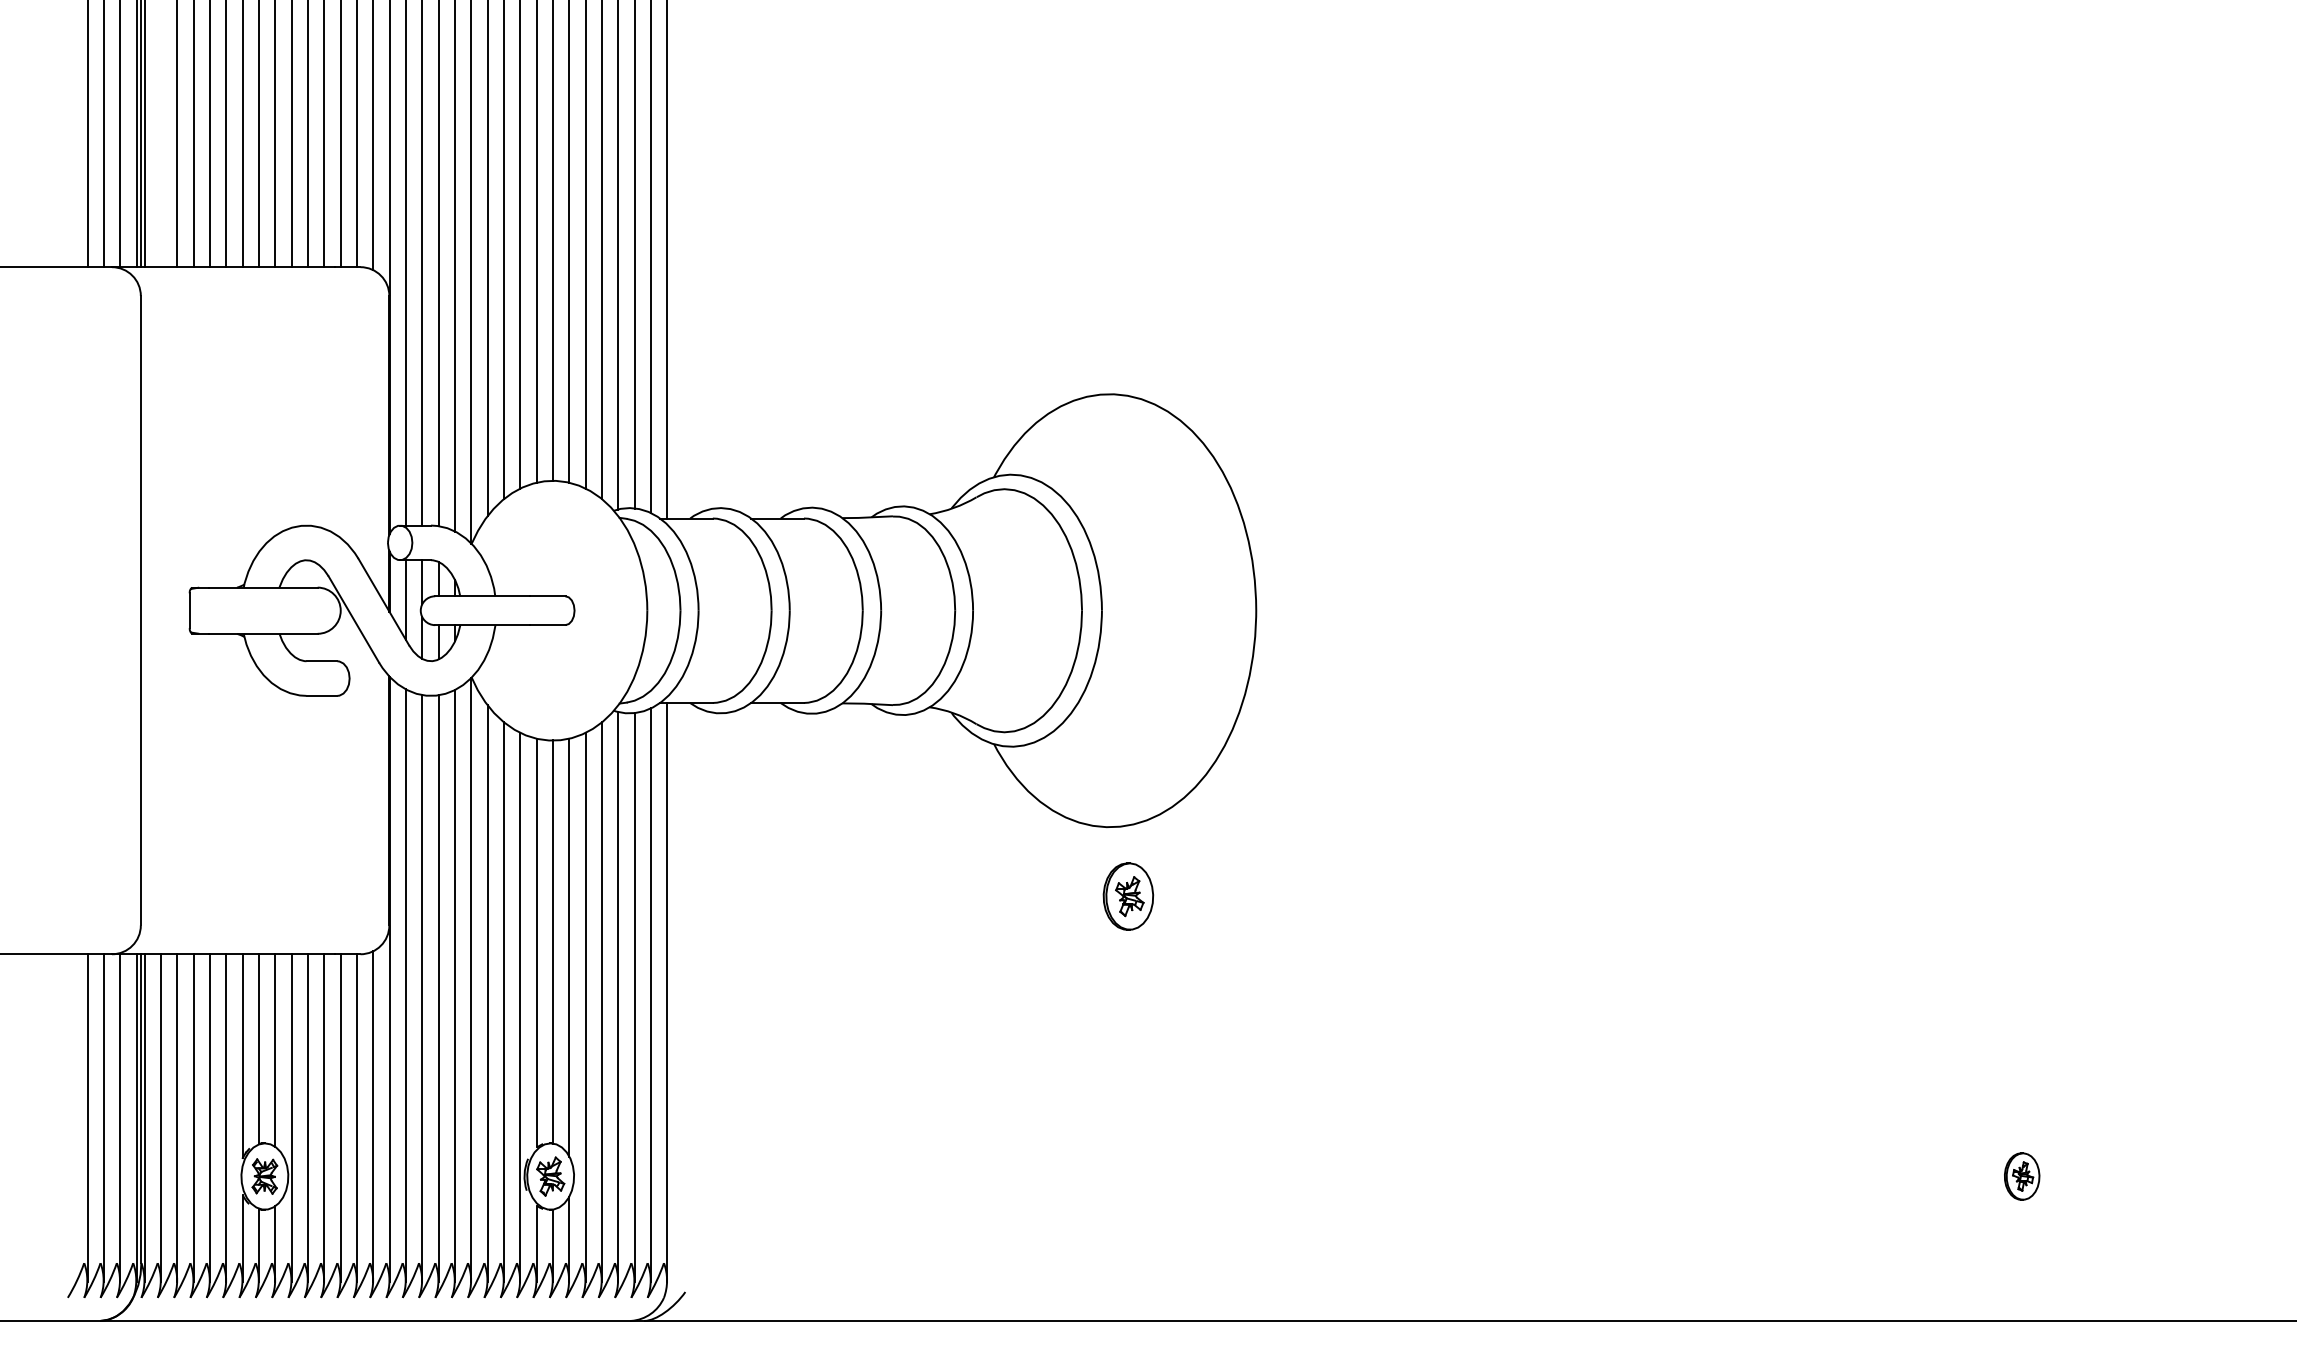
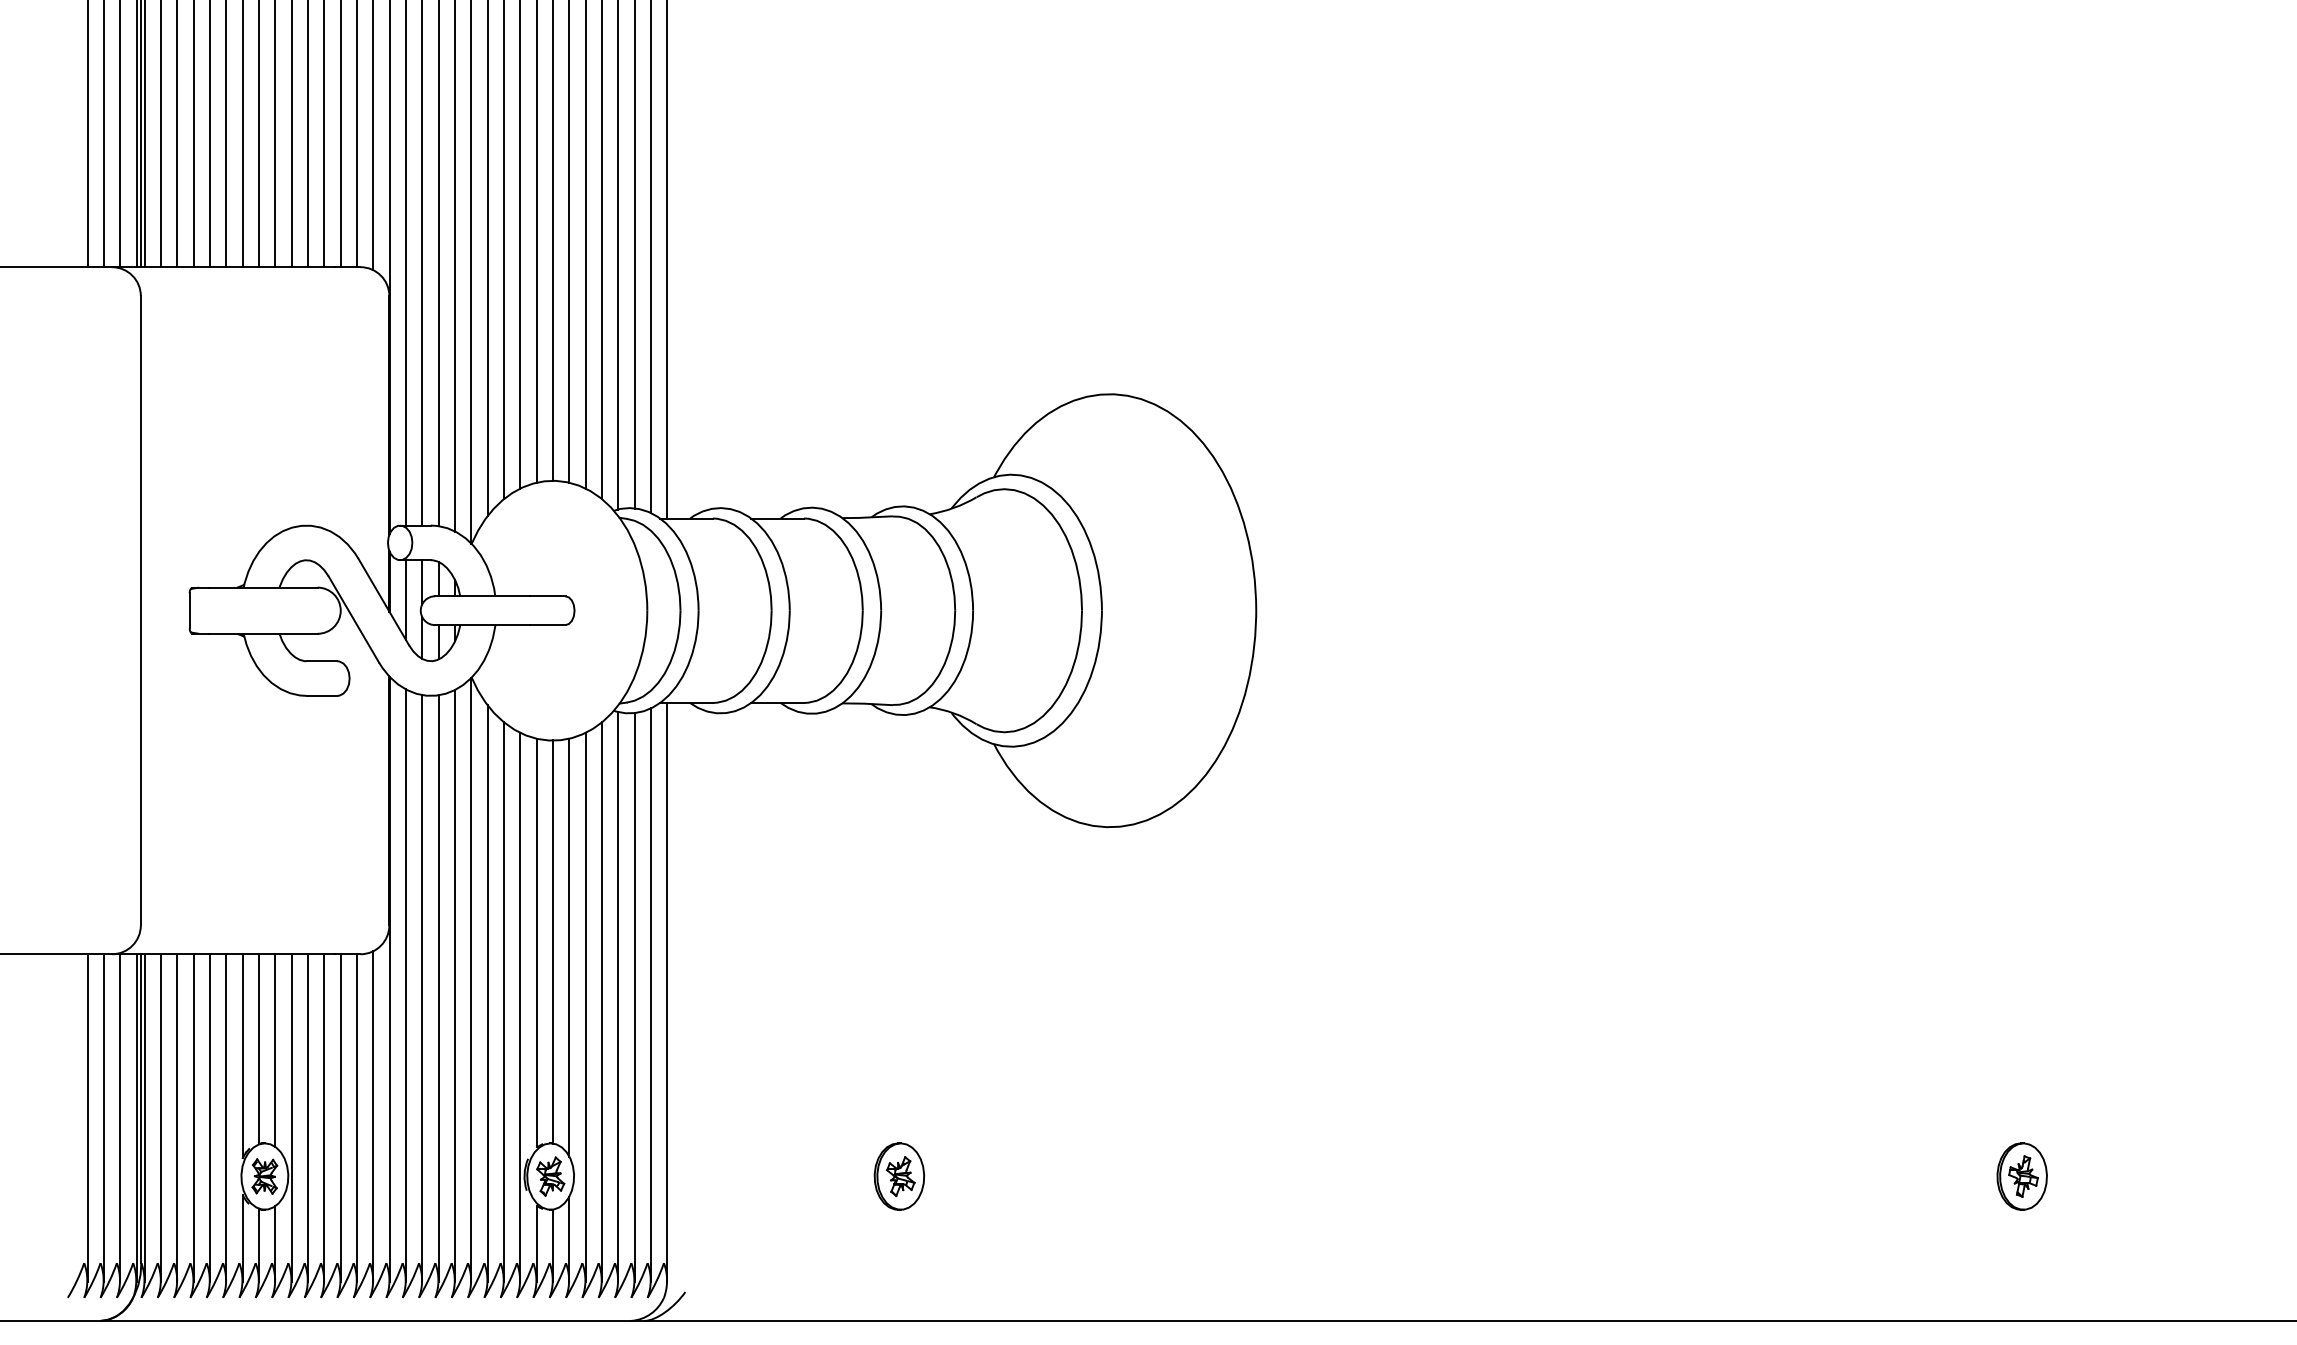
line at (161, 134): none -> present
part at (1128, 896) position: (1128, 896) -> (899, 1176)
part at (2022, 1176) size: 37x49 px -> 52x69 px
